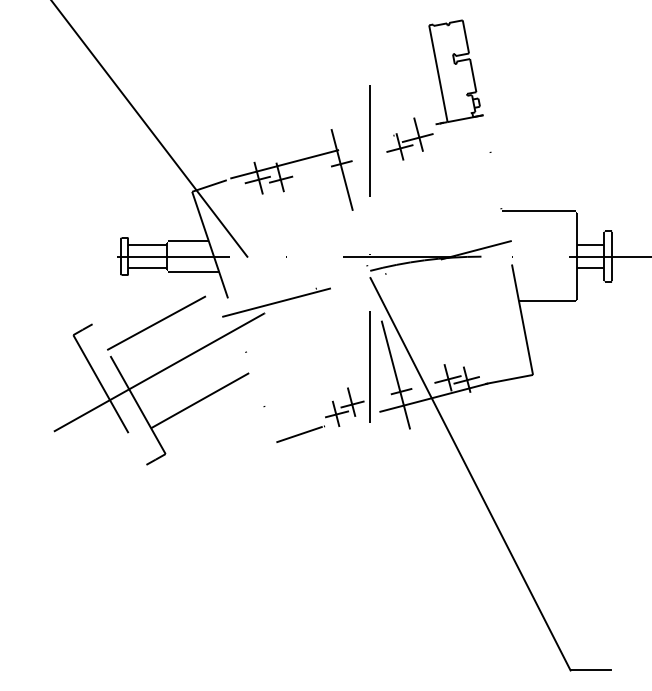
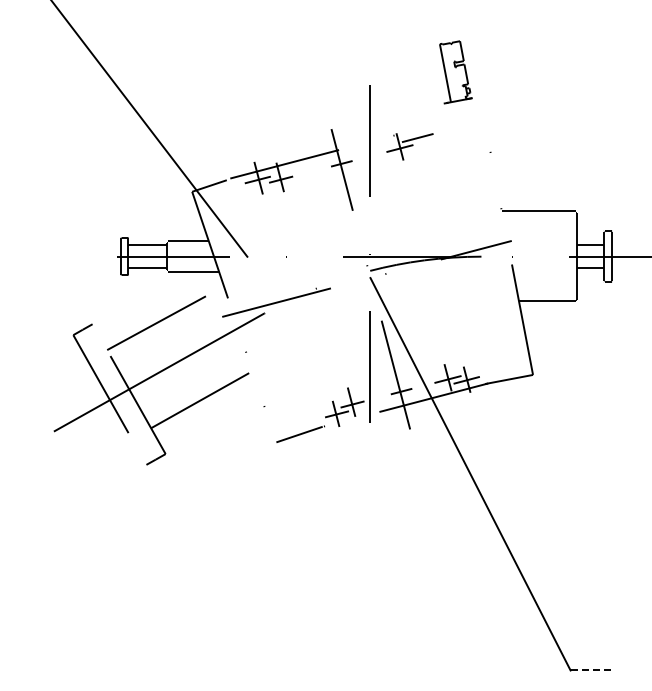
part at (455, 72) size: 56x107 px -> 34x65 px
line at (418, 134): present -> none
line at (590, 670): solid -> dashed
